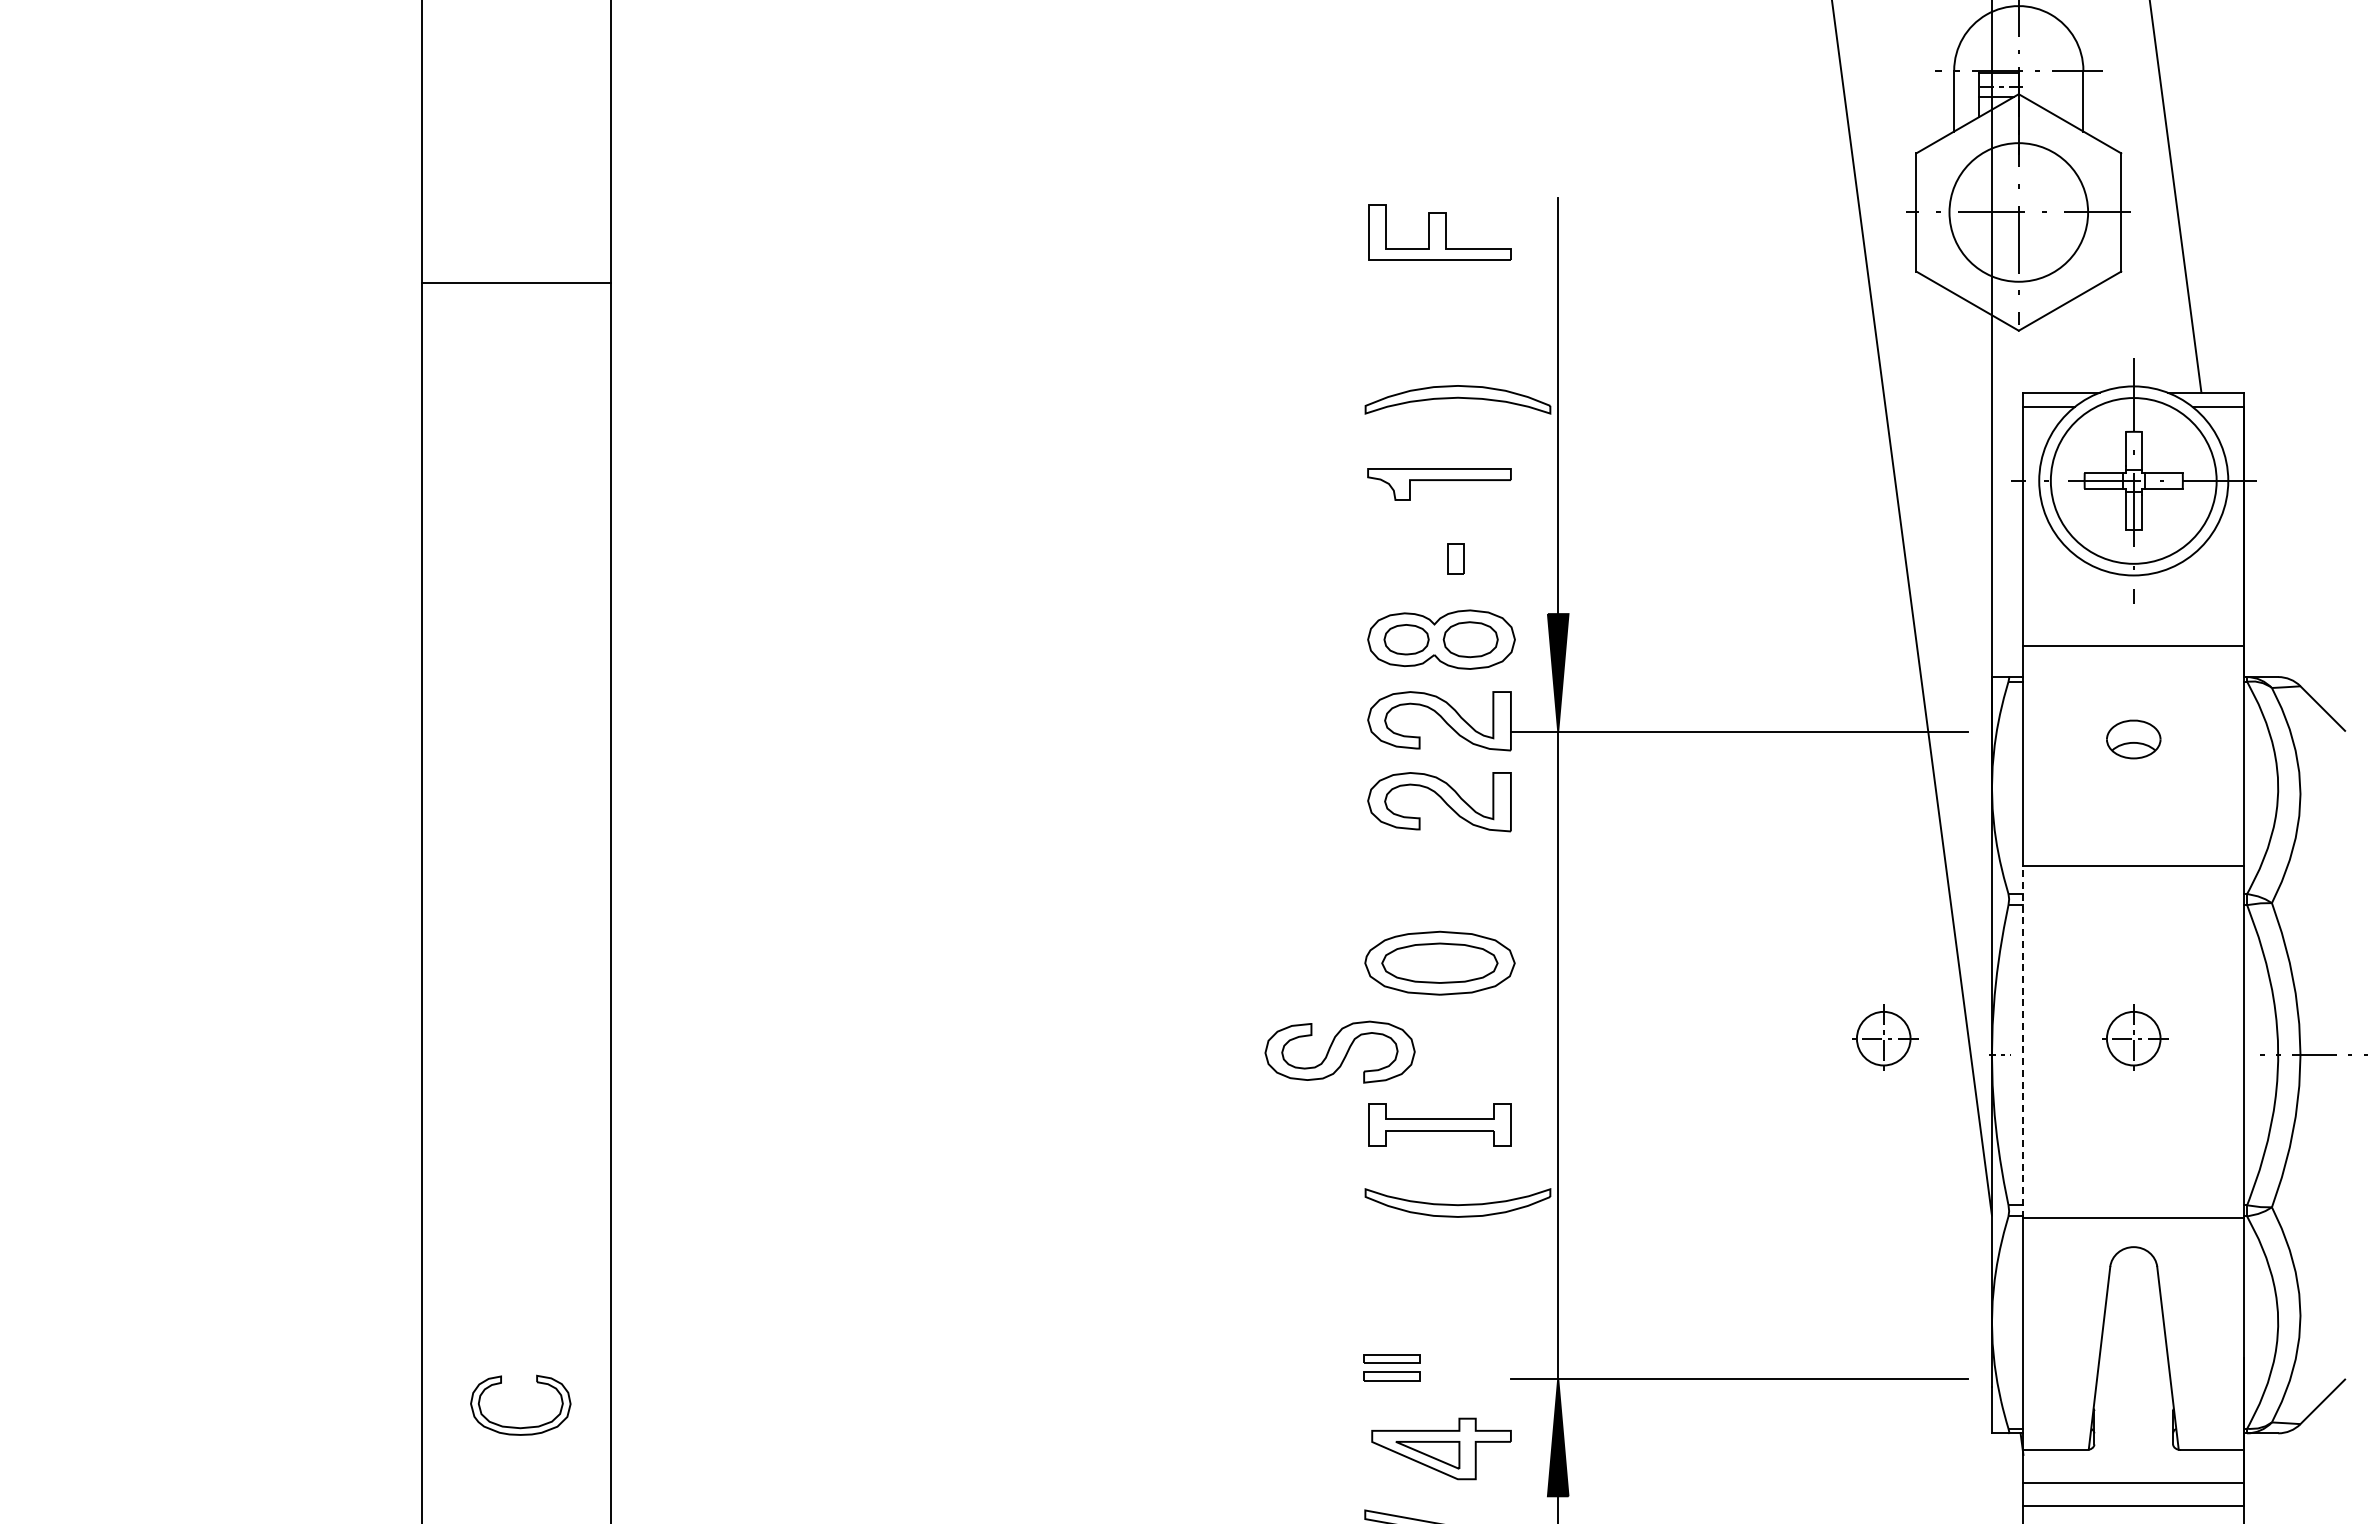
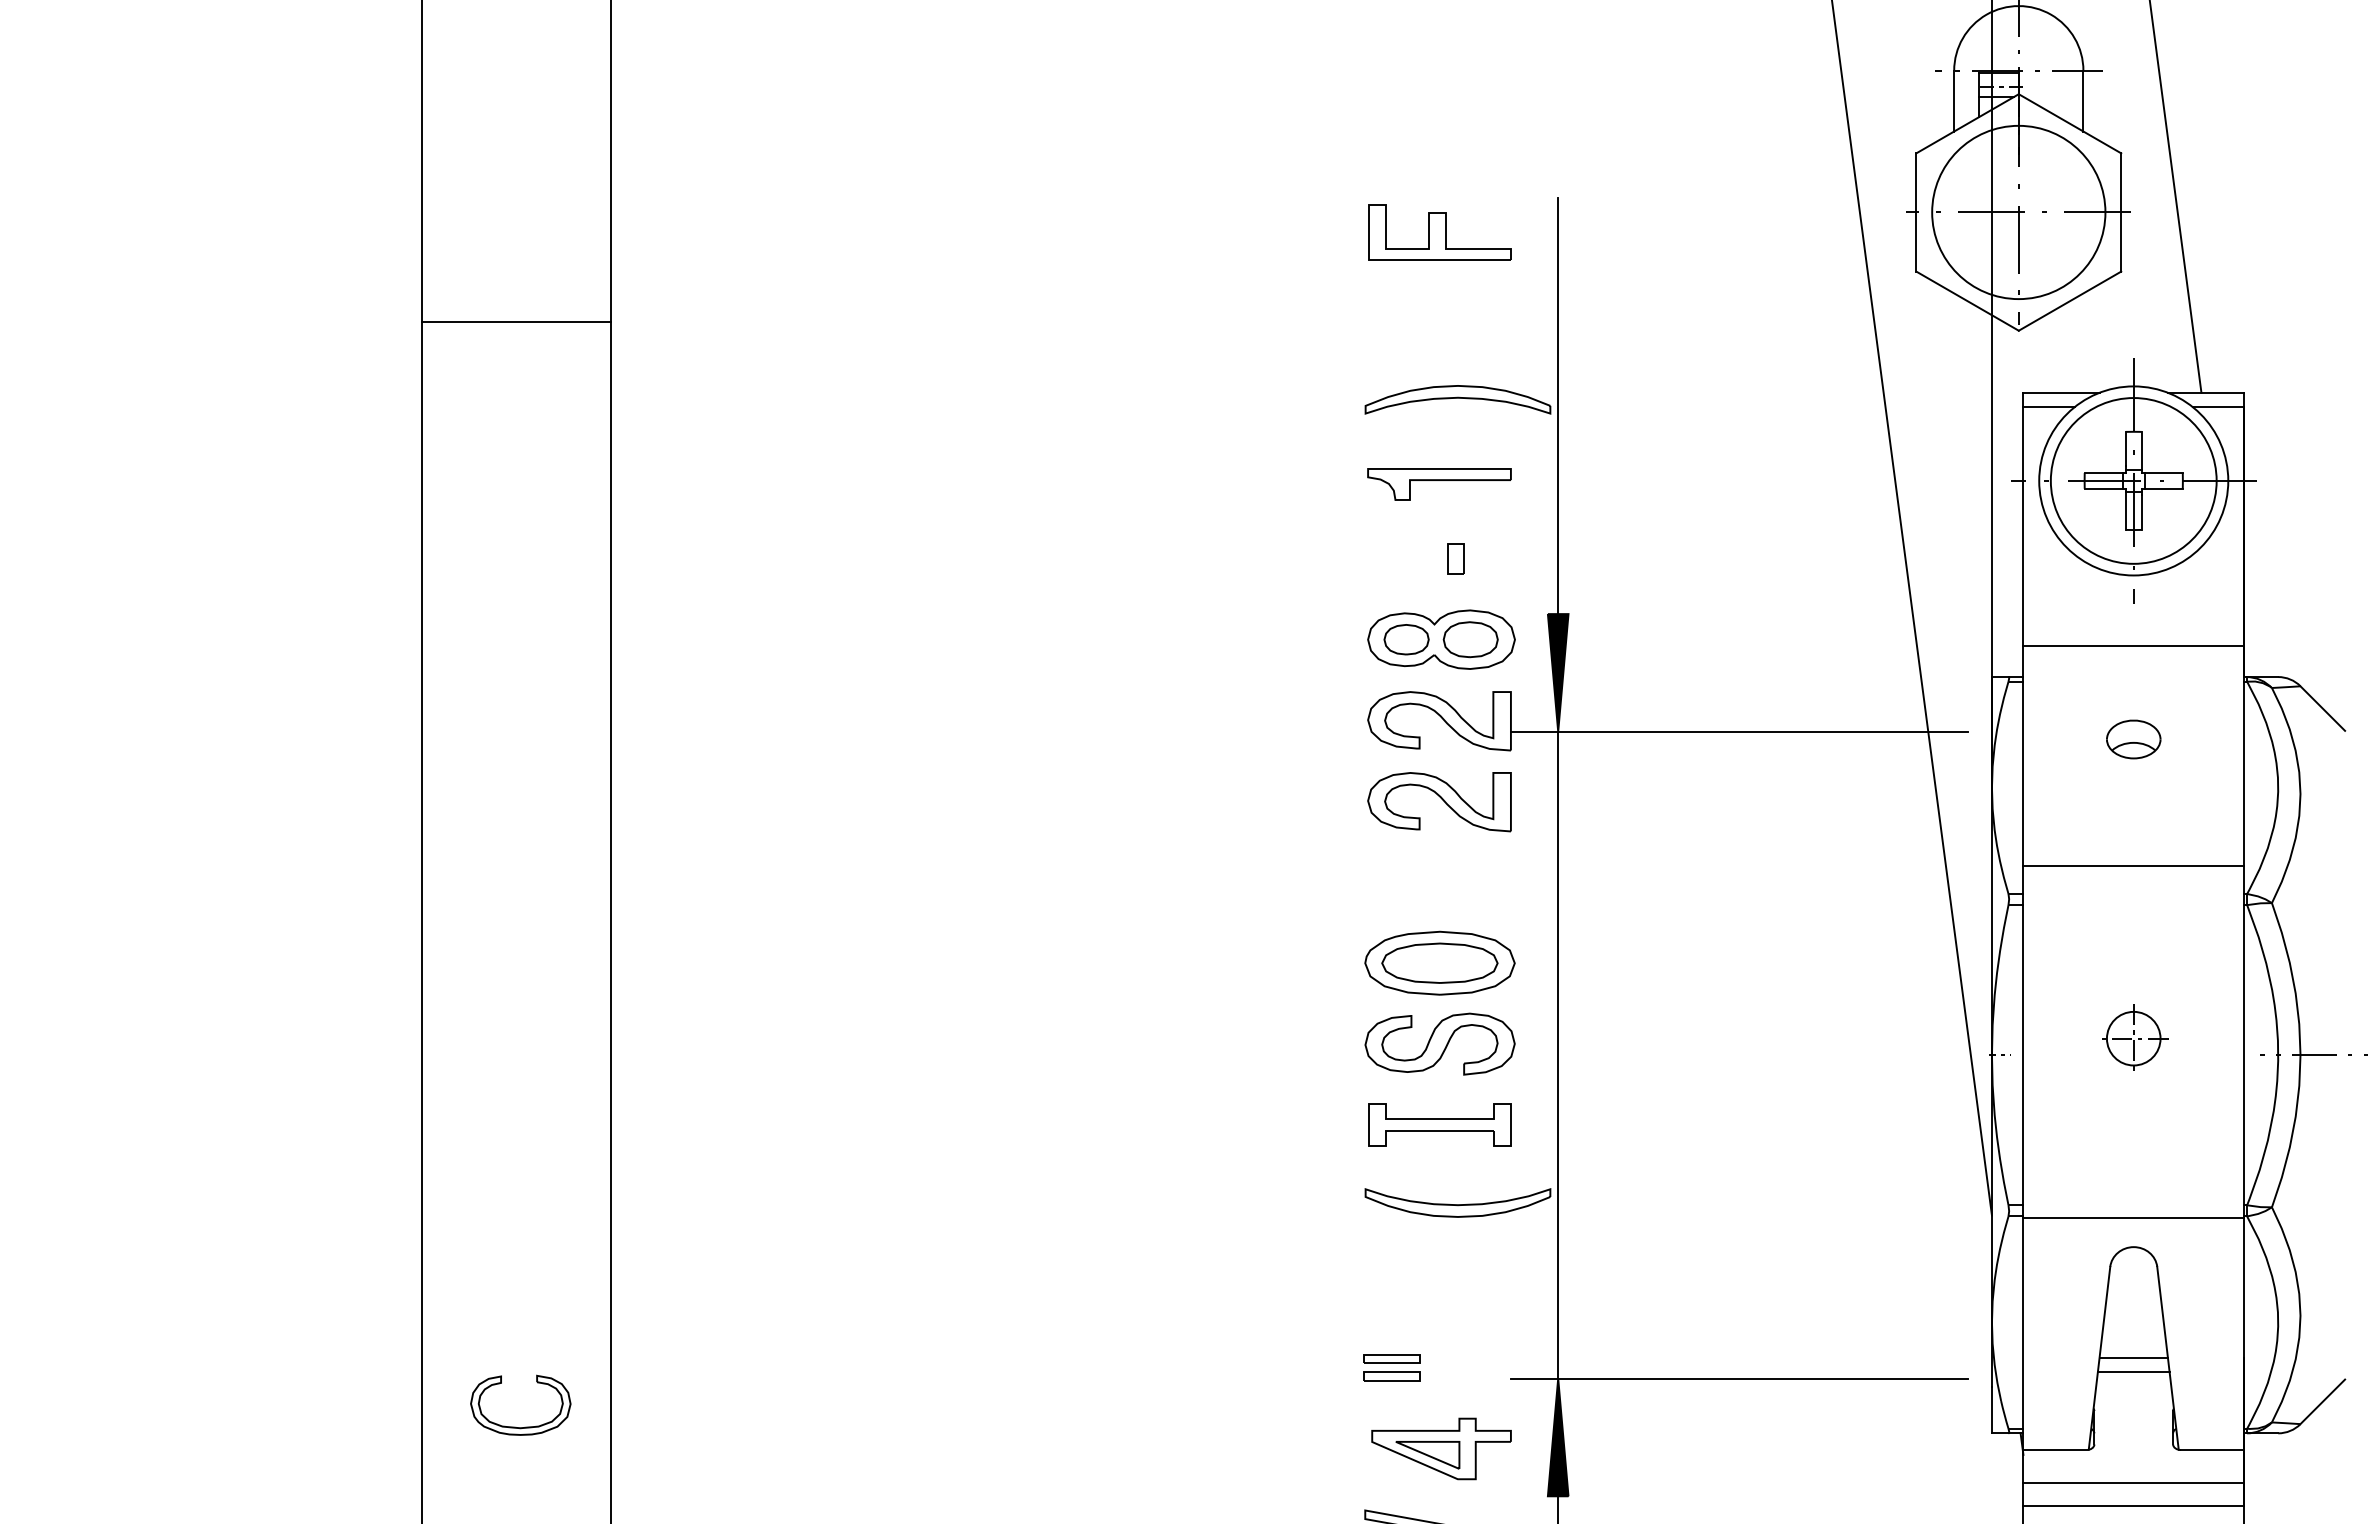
circle at (2018, 212) diameter: 139 px -> 173 px
line at (515, 282) position: (515, 282) -> (515, 321)
part at (1885, 1037): present -> none
line at (2023, 1042): dashed -> solid
part at (1339, 1051) position: (1339, 1051) -> (1439, 1043)
line at (2133, 1358): none -> present
line at (2133, 1372): none -> present
